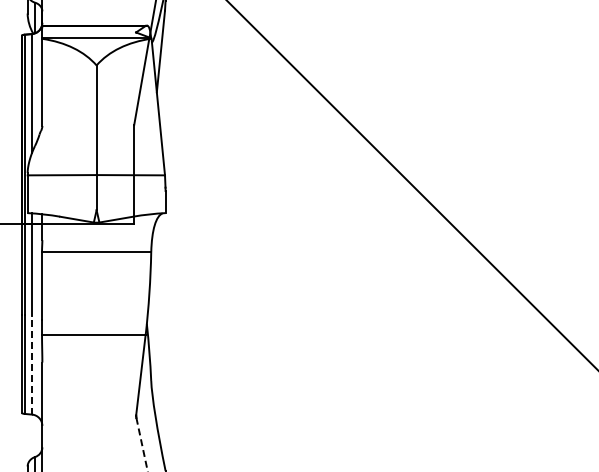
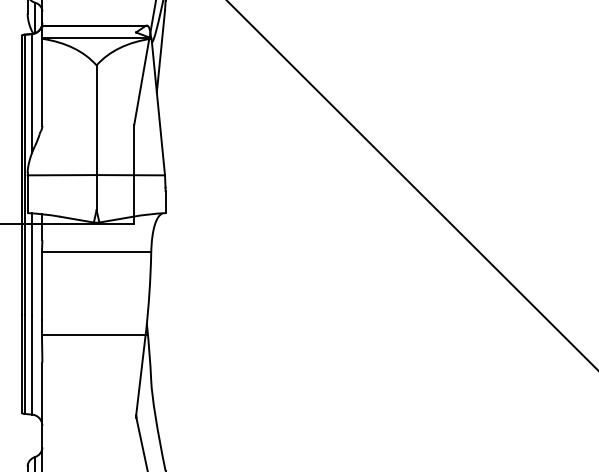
line at (32, 365): dashed -> solid
line at (142, 444): dashed -> solid
